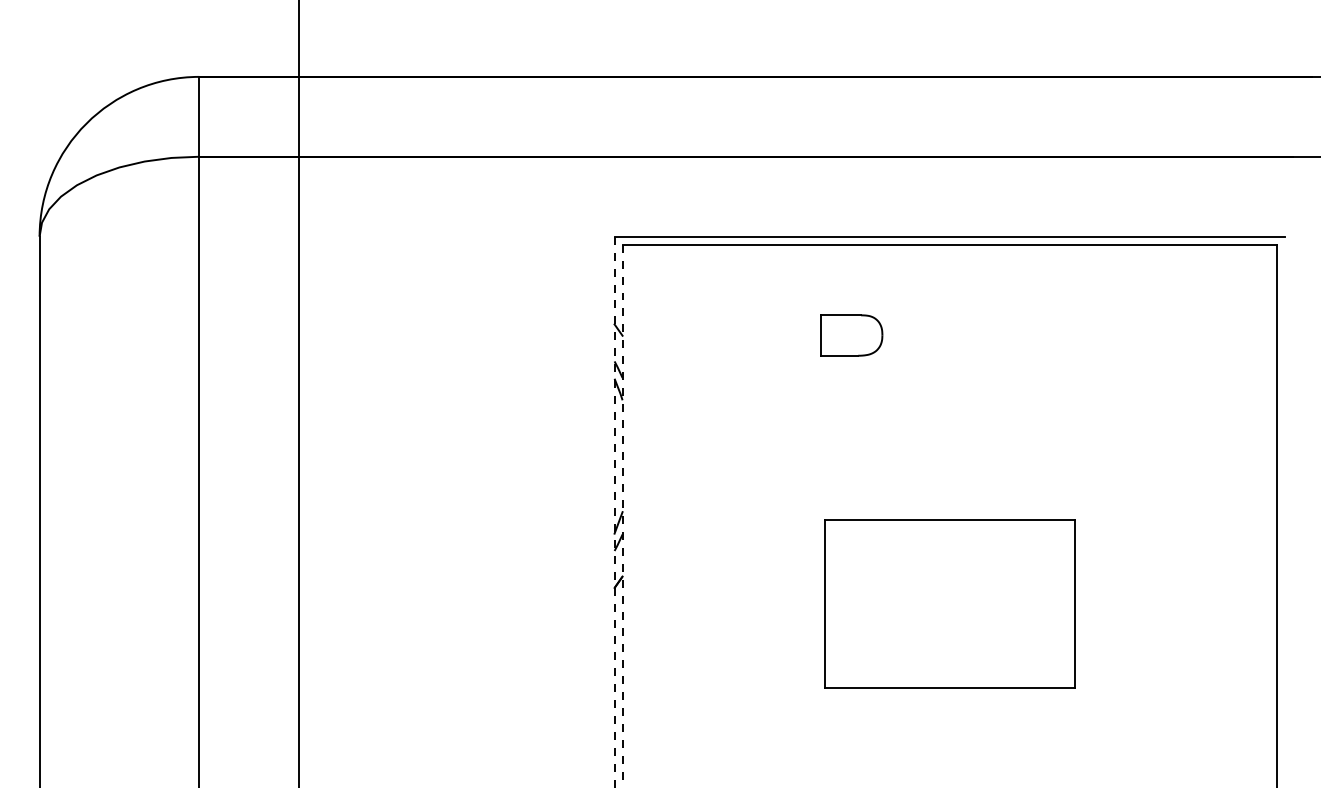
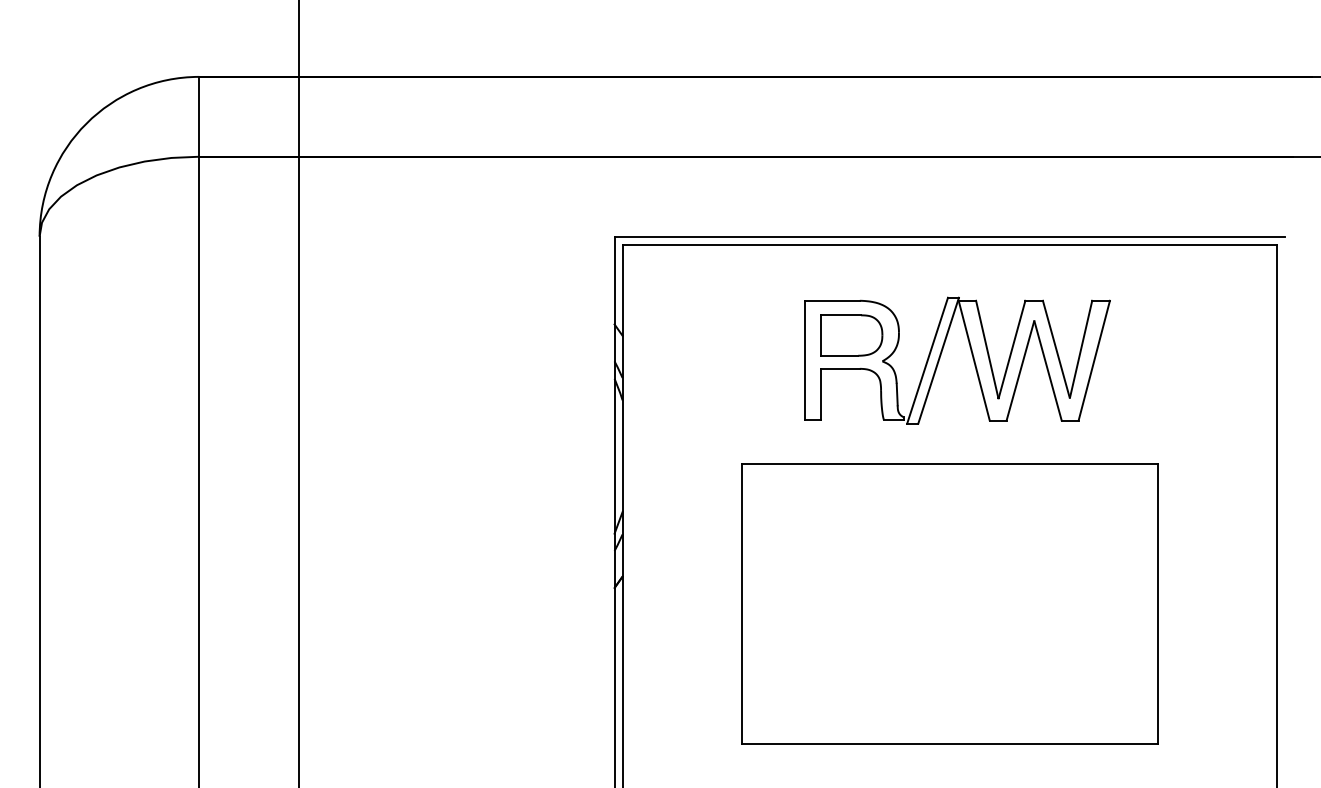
part at (972, 358): none -> present
line at (614, 512): dashed -> solid
line at (622, 516): dashed -> solid
part at (949, 603) size: 252x170 px -> 418x282 px
